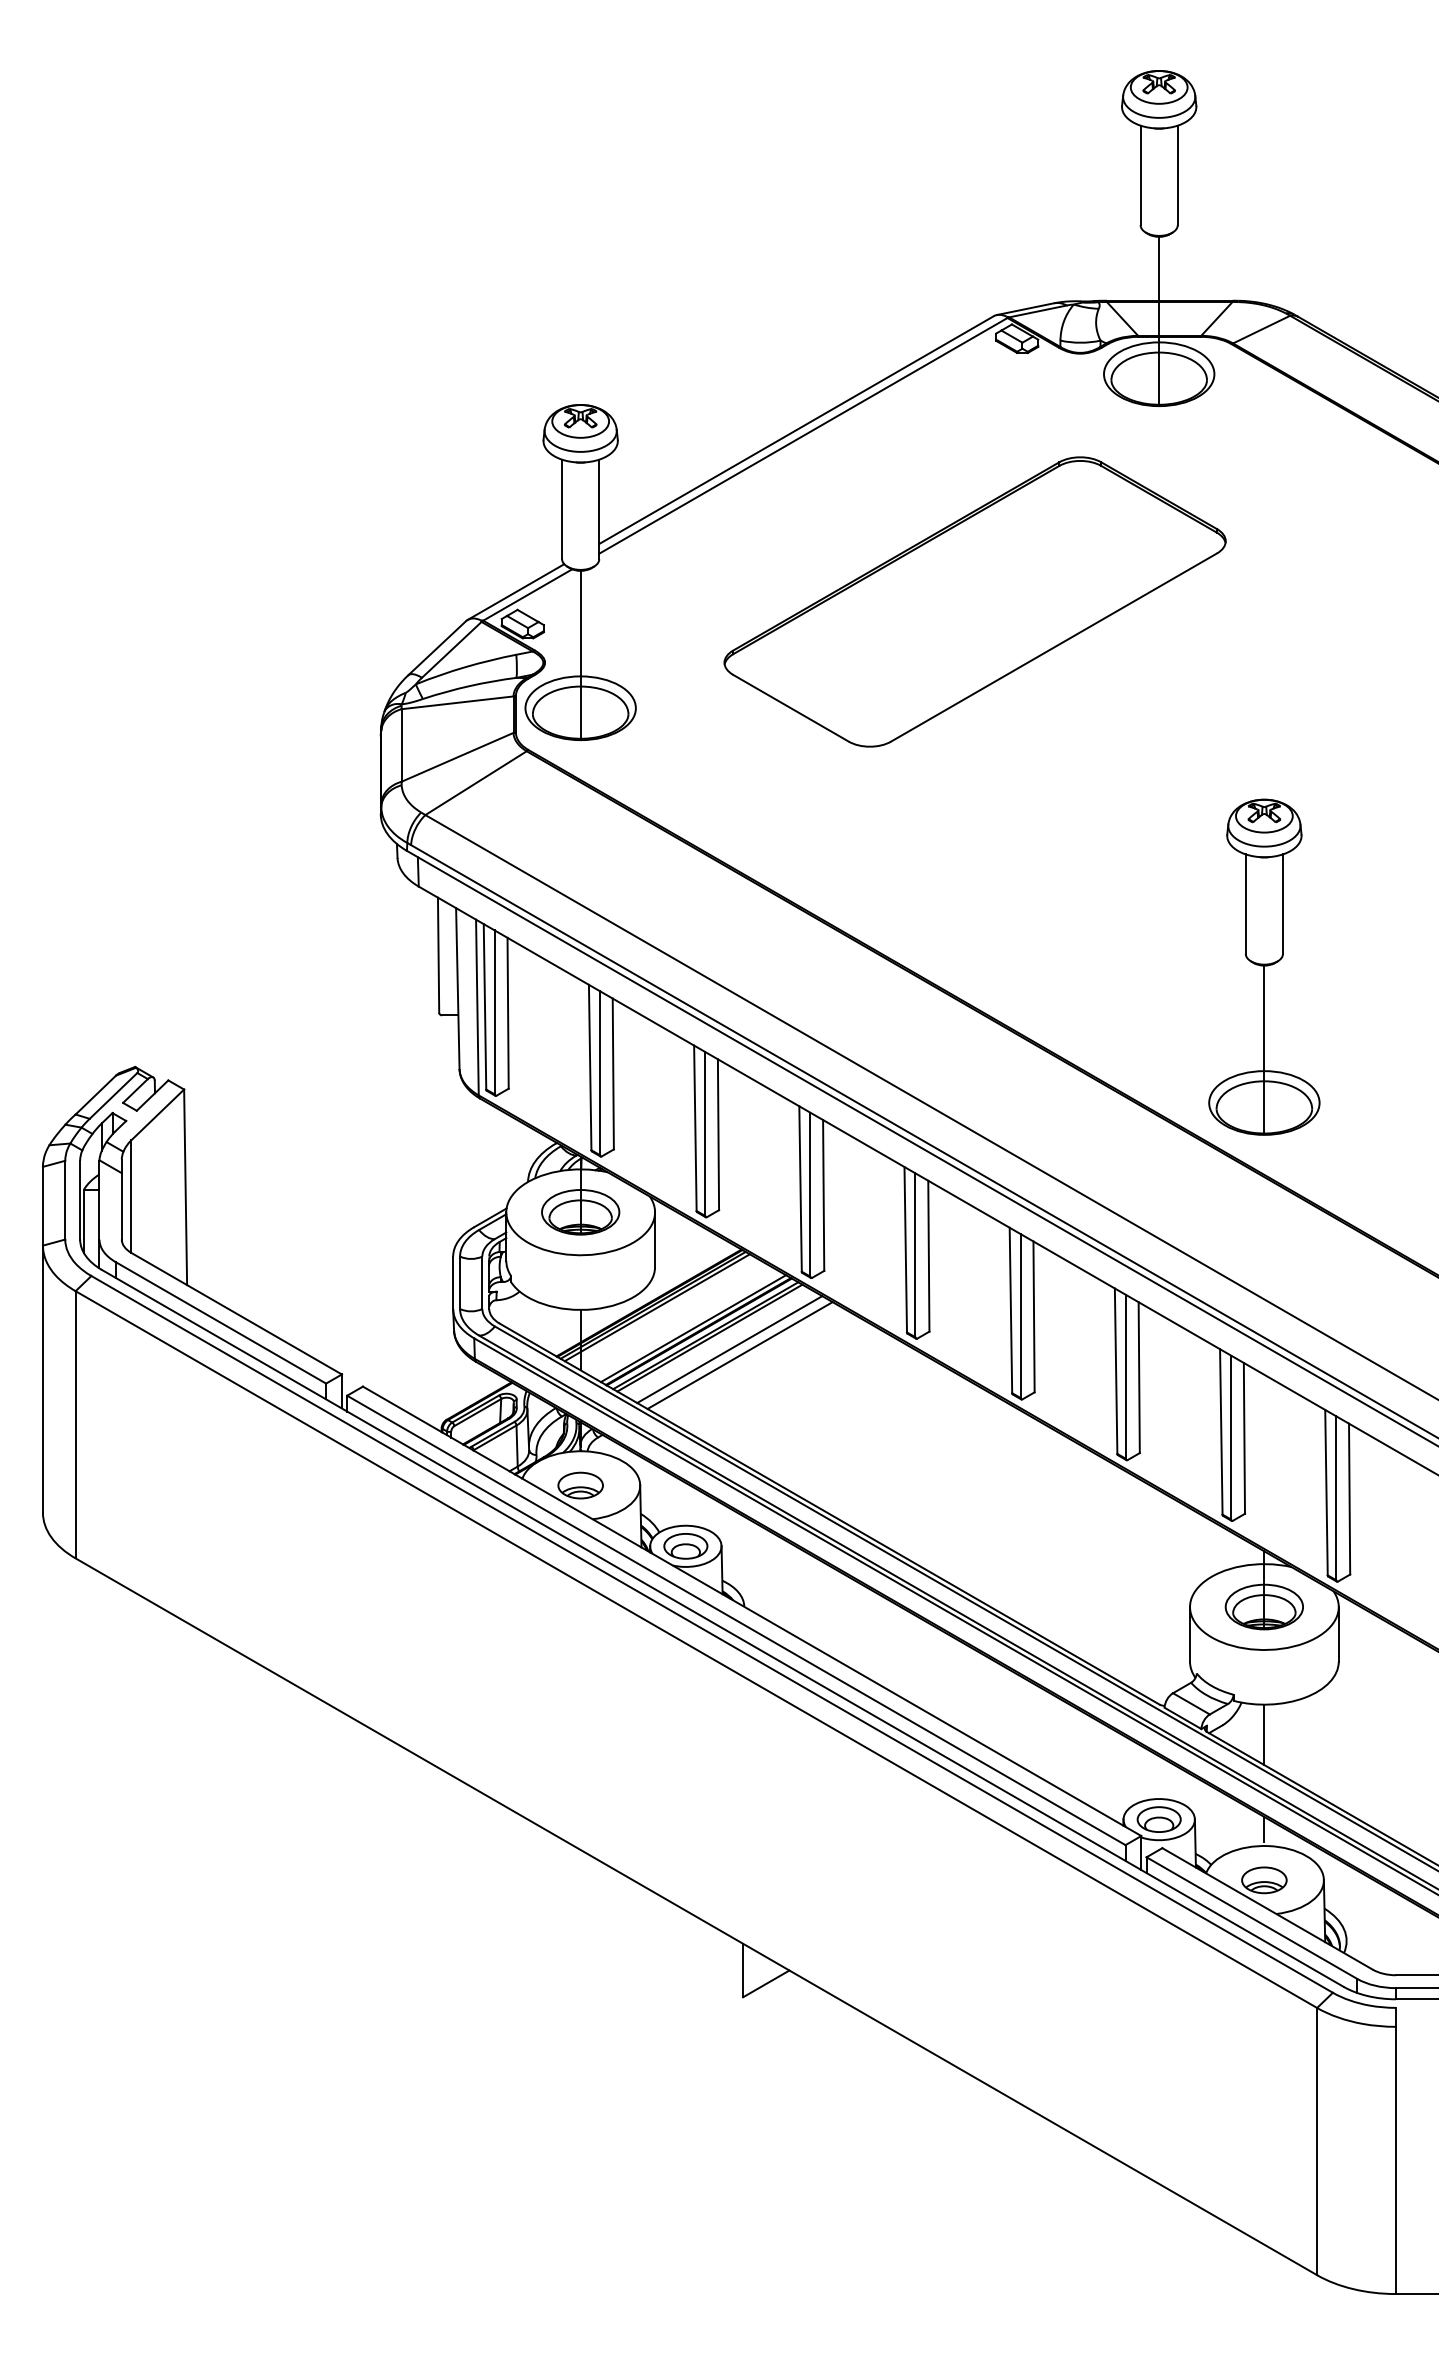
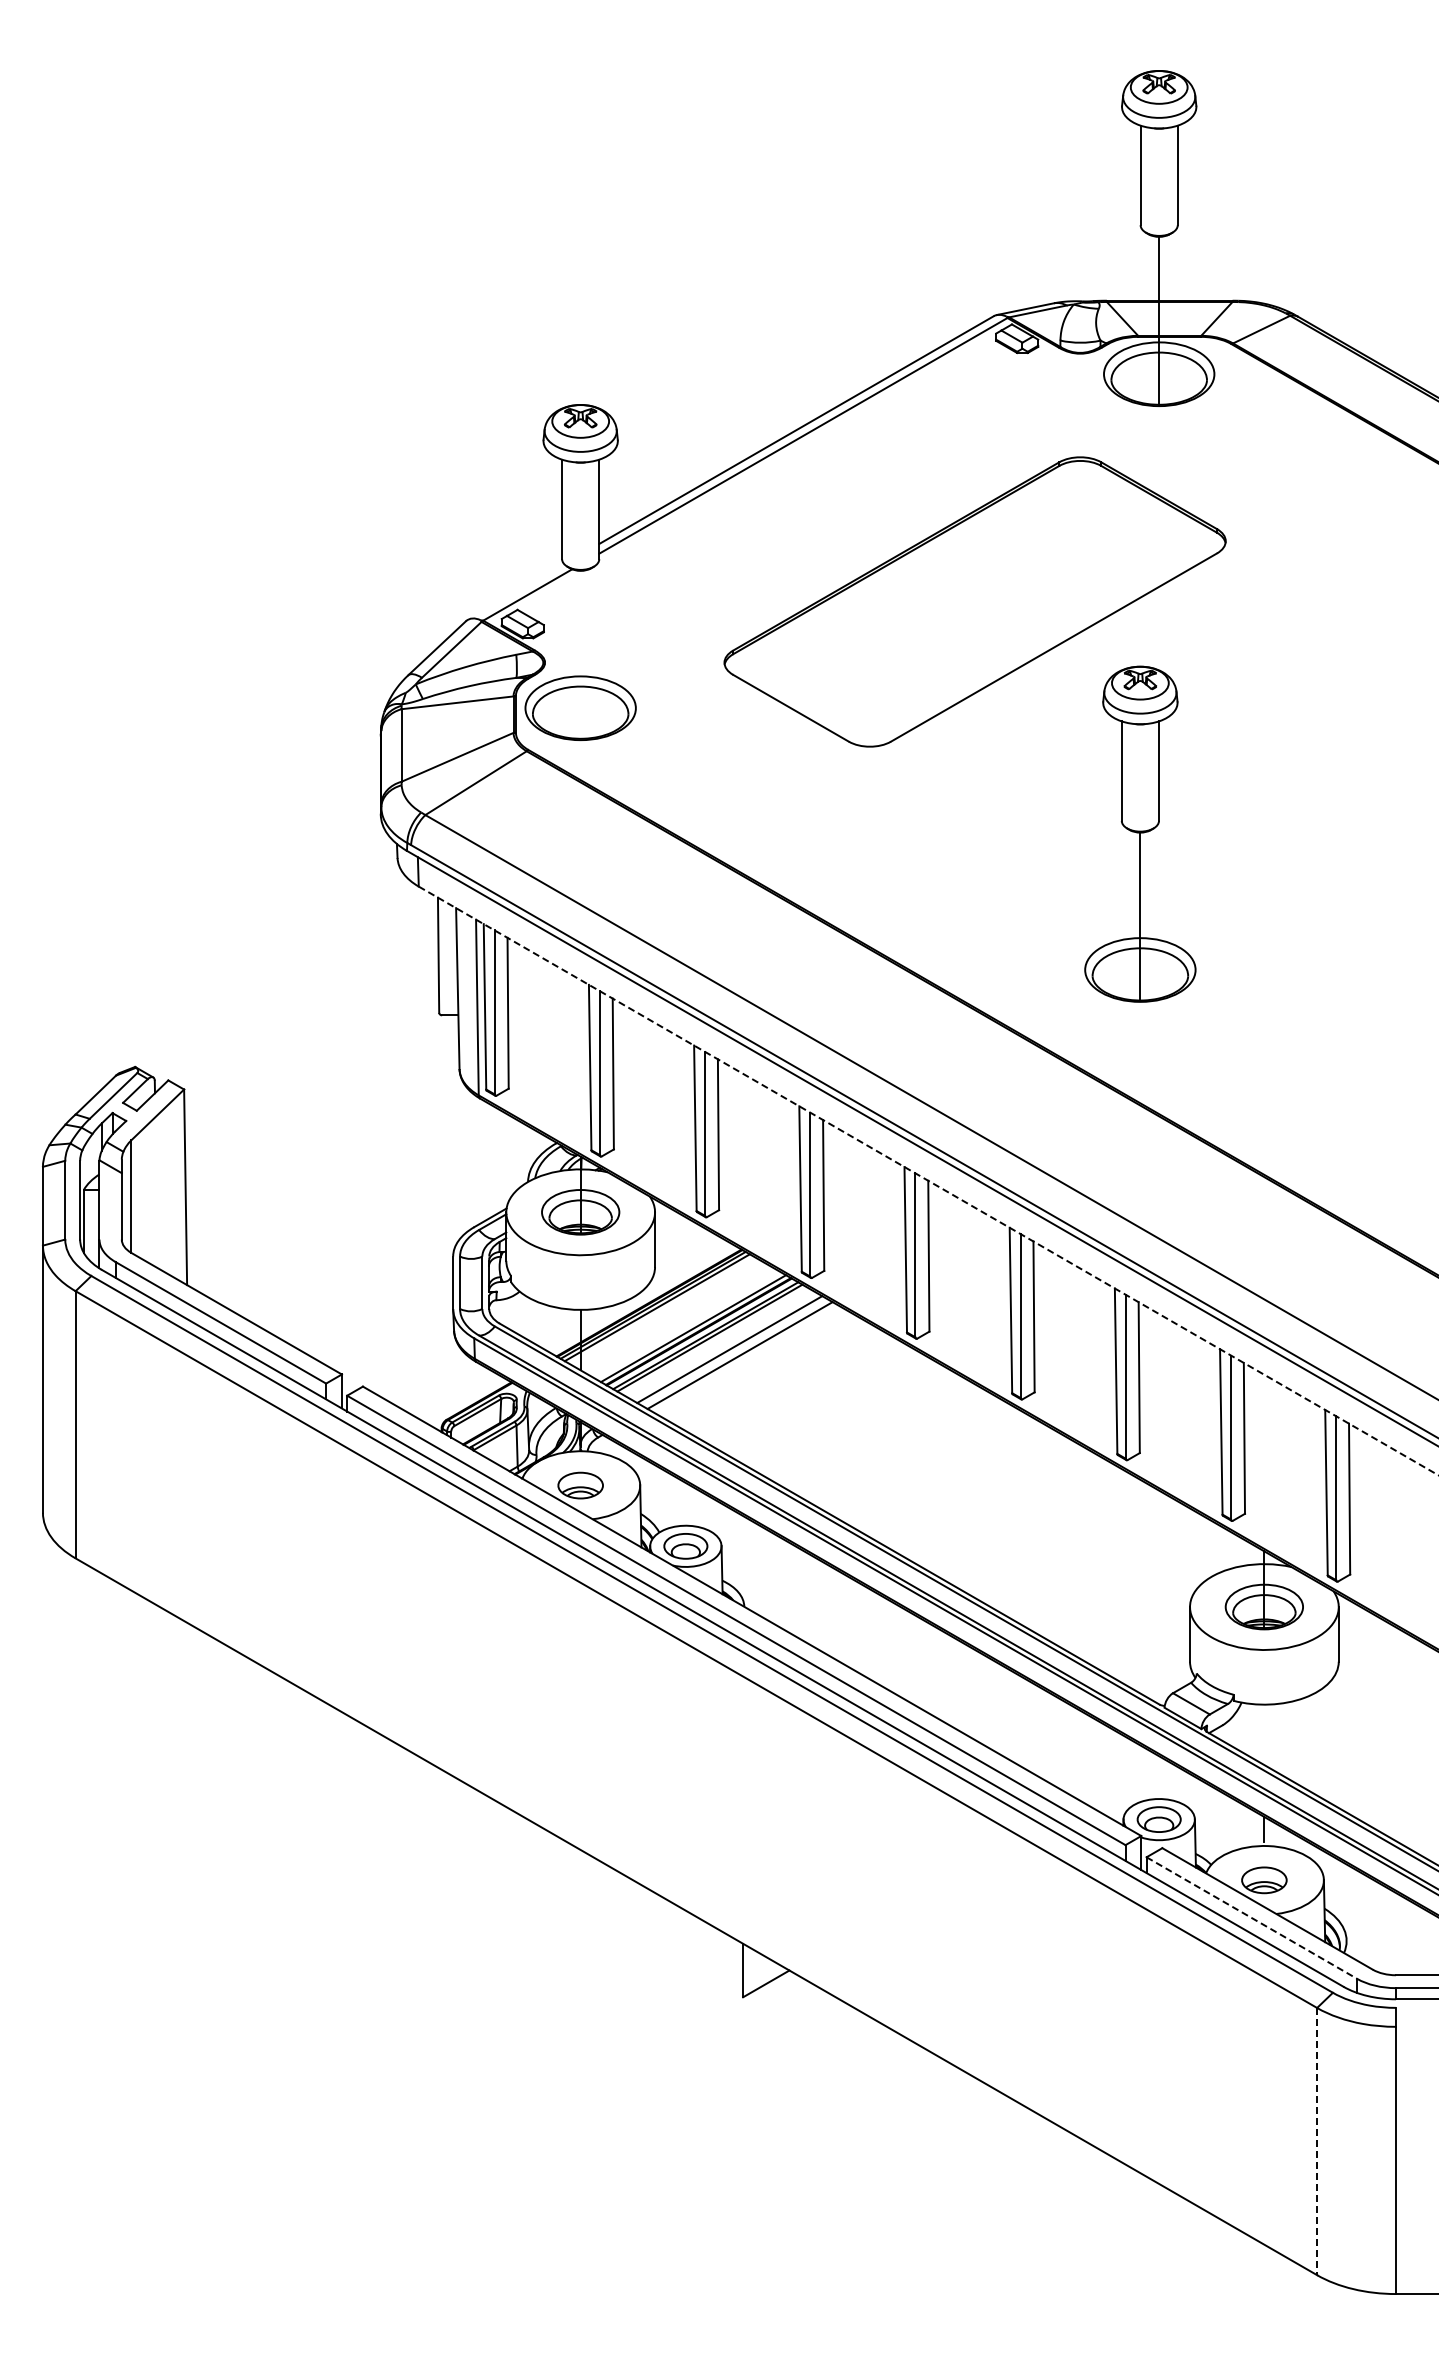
line at (515, 591): present -> none
line at (580, 654): present -> none
part at (1264, 966) position: (1264, 966) -> (1140, 833)
line at (928, 1181): solid -> dashed
line at (1264, 1734): present -> none
line at (1251, 1918): solid -> dashed
line at (1317, 2141): solid -> dashed
